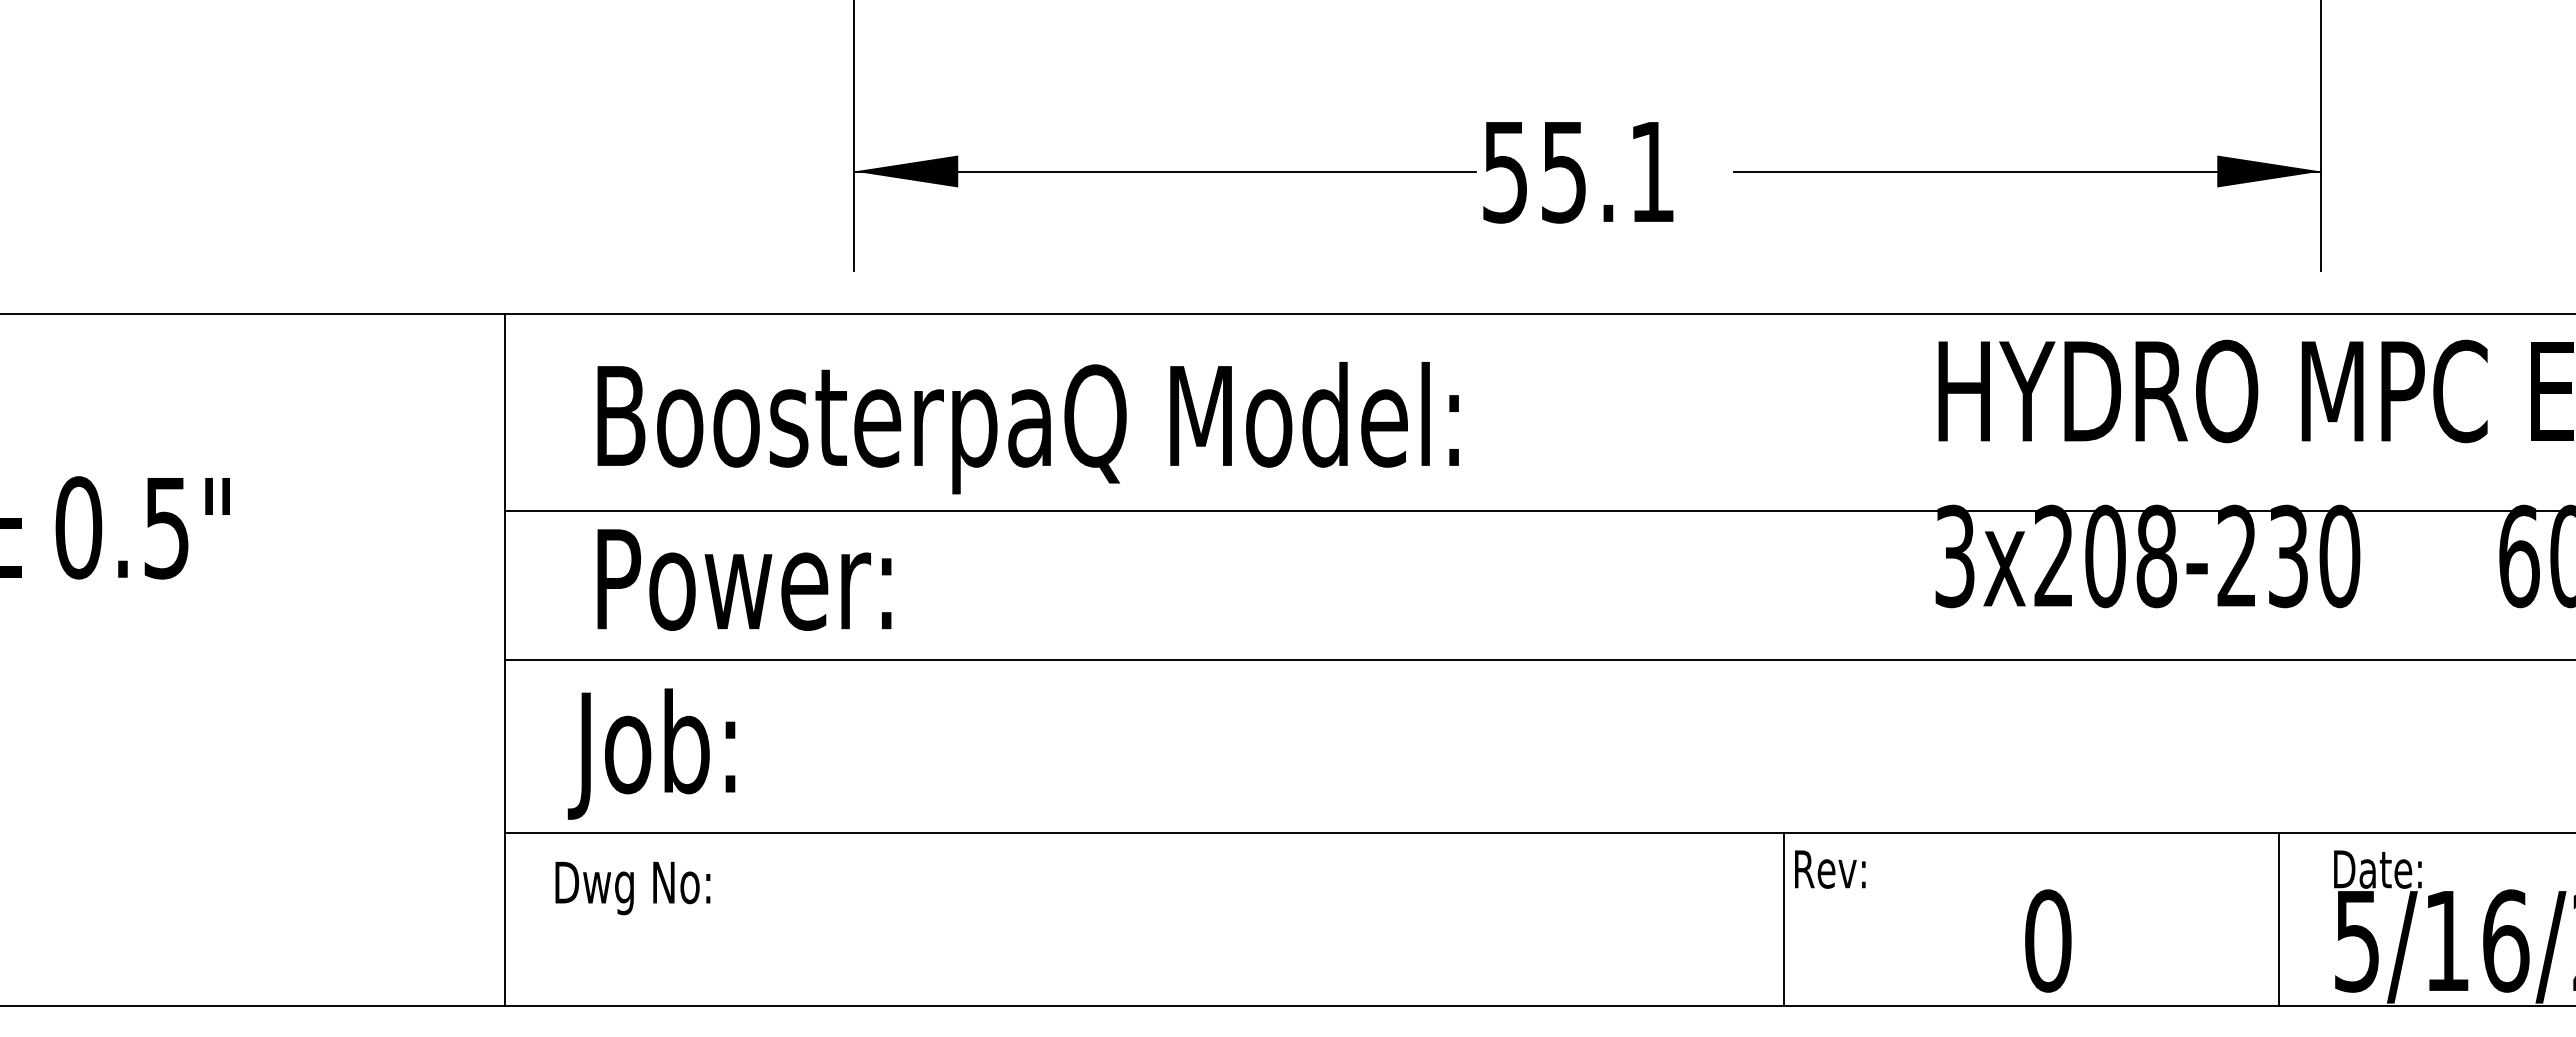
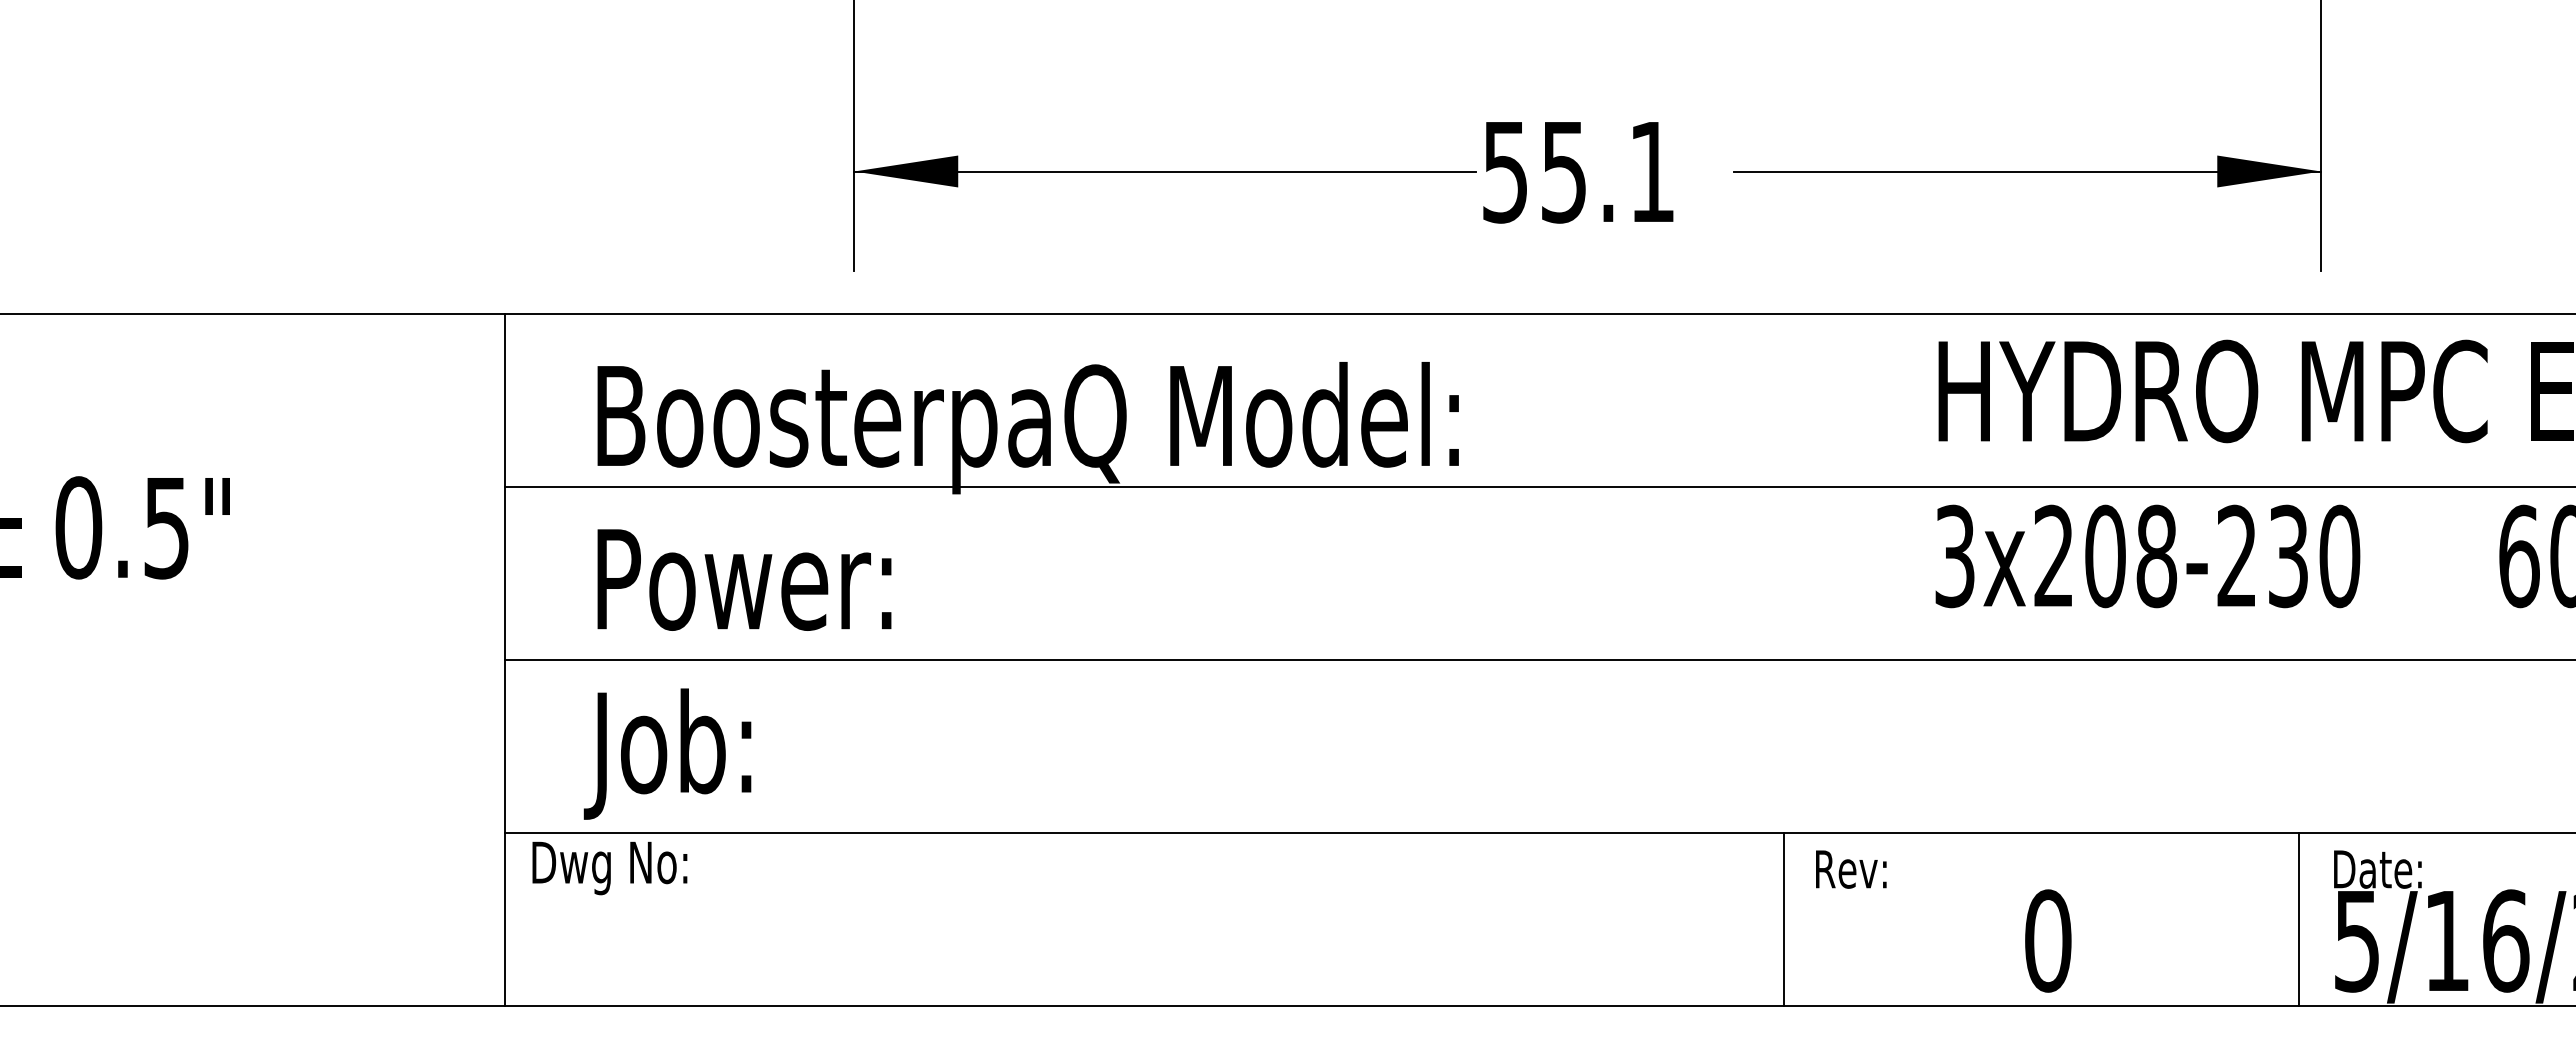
line at (1538, 511) position: (1538, 511) -> (1538, 487)
text at (651, 753) position: (651, 753) -> (667, 753)
text at (1830, 869) position: (1830, 869) -> (1851, 869)
text at (632, 888) position: (632, 888) -> (609, 868)
line at (2278, 919) position: (2278, 919) -> (2298, 919)
